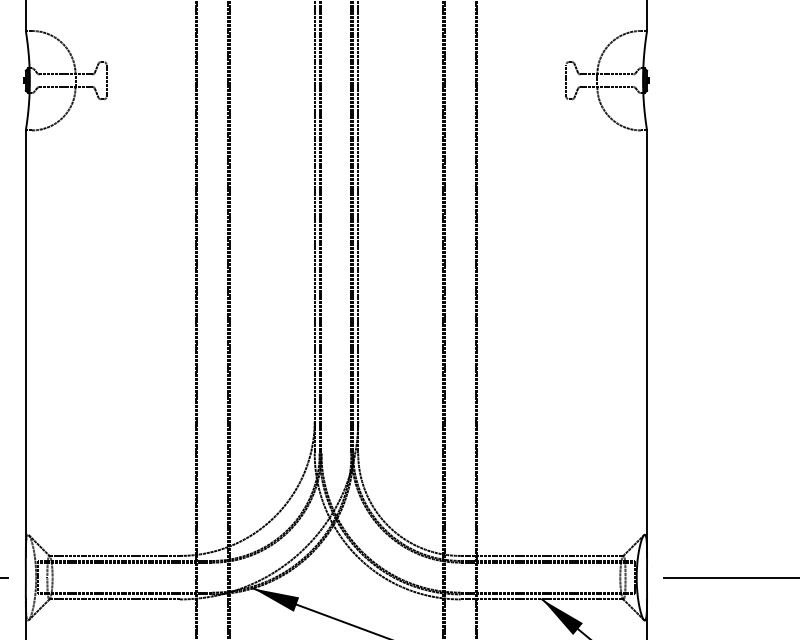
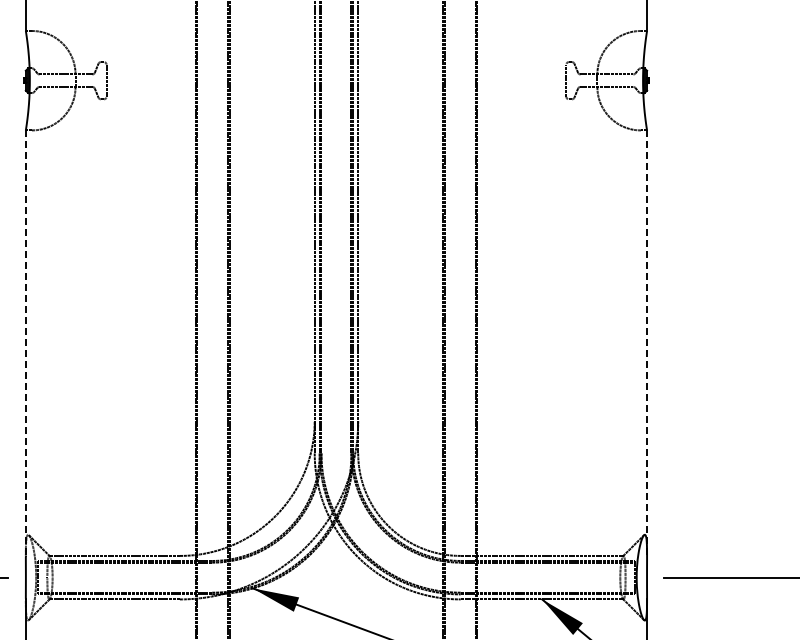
line at (25, 343): solid -> dashed
line at (647, 343): solid -> dashed
